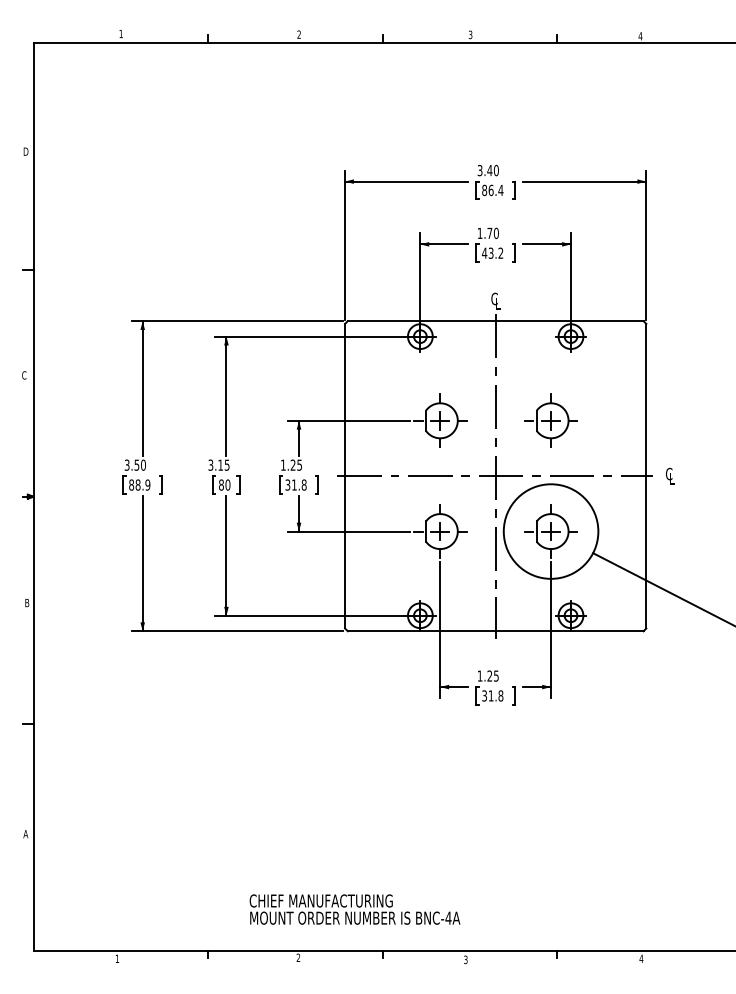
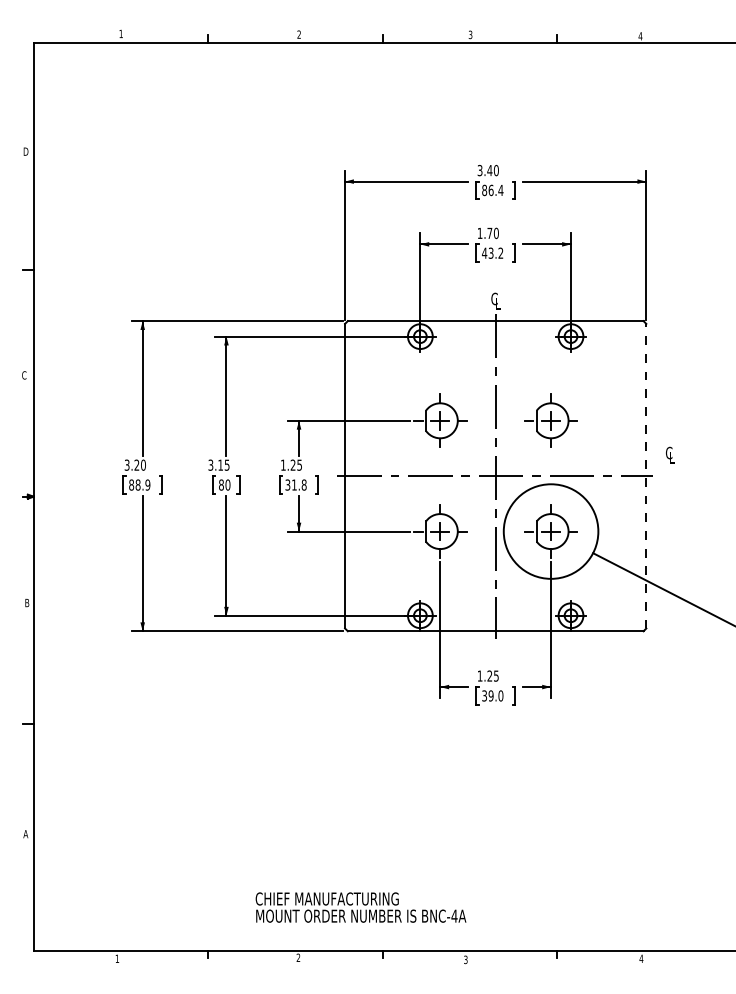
text at (136, 464): 3.50 -> 3.20
line at (646, 475): solid -> dashed
text at (670, 475) position: (670, 475) -> (670, 454)
text at (495, 695): 31.8 -> 39.0
text at (354, 909) position: (354, 909) -> (360, 907)
